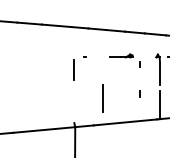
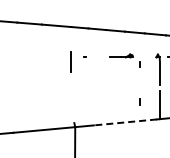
line at (73, 69) position: (73, 69) -> (70, 61)
line at (139, 93) position: (139, 93) -> (139, 101)
line at (102, 98): present -> none
line at (125, 122): solid -> dashed
